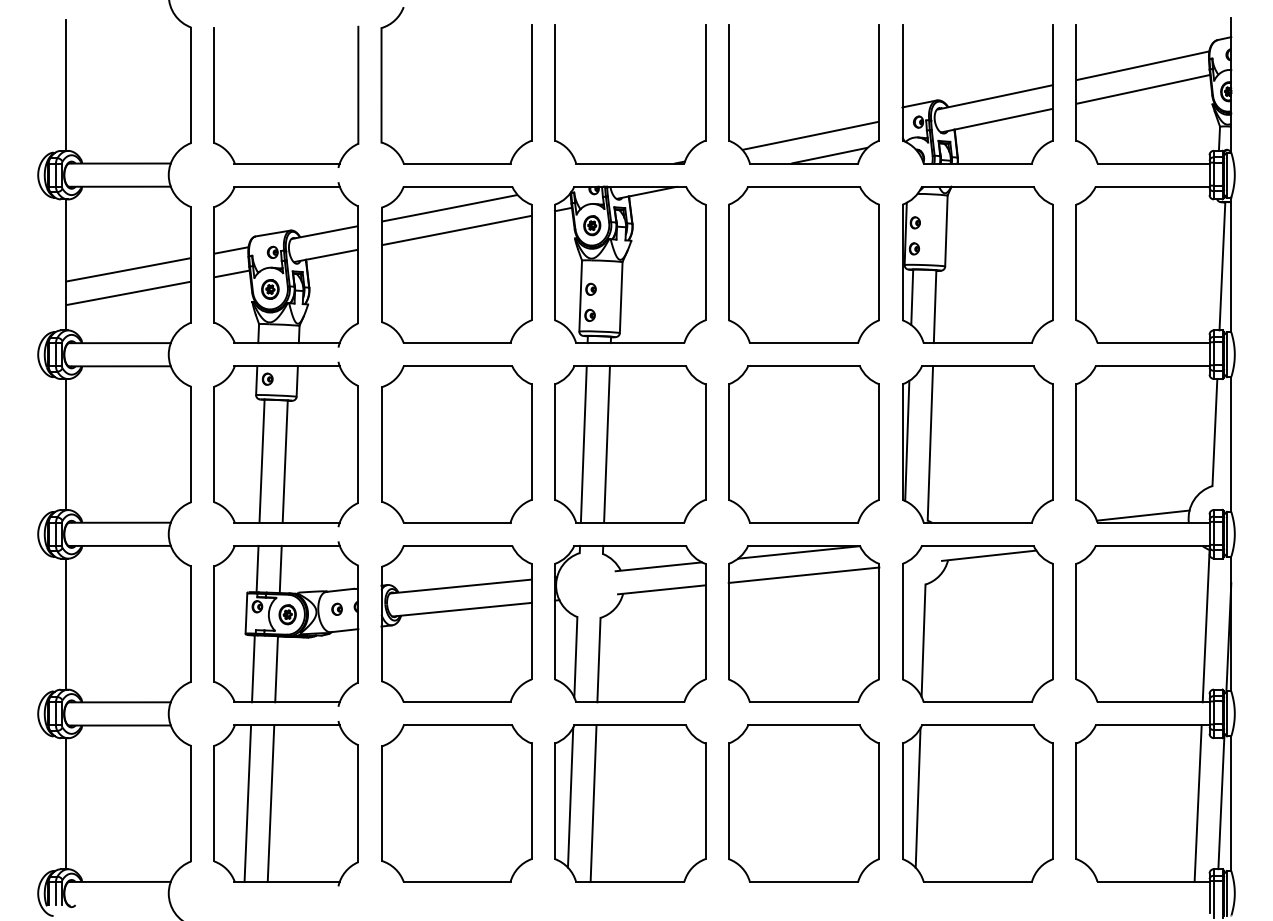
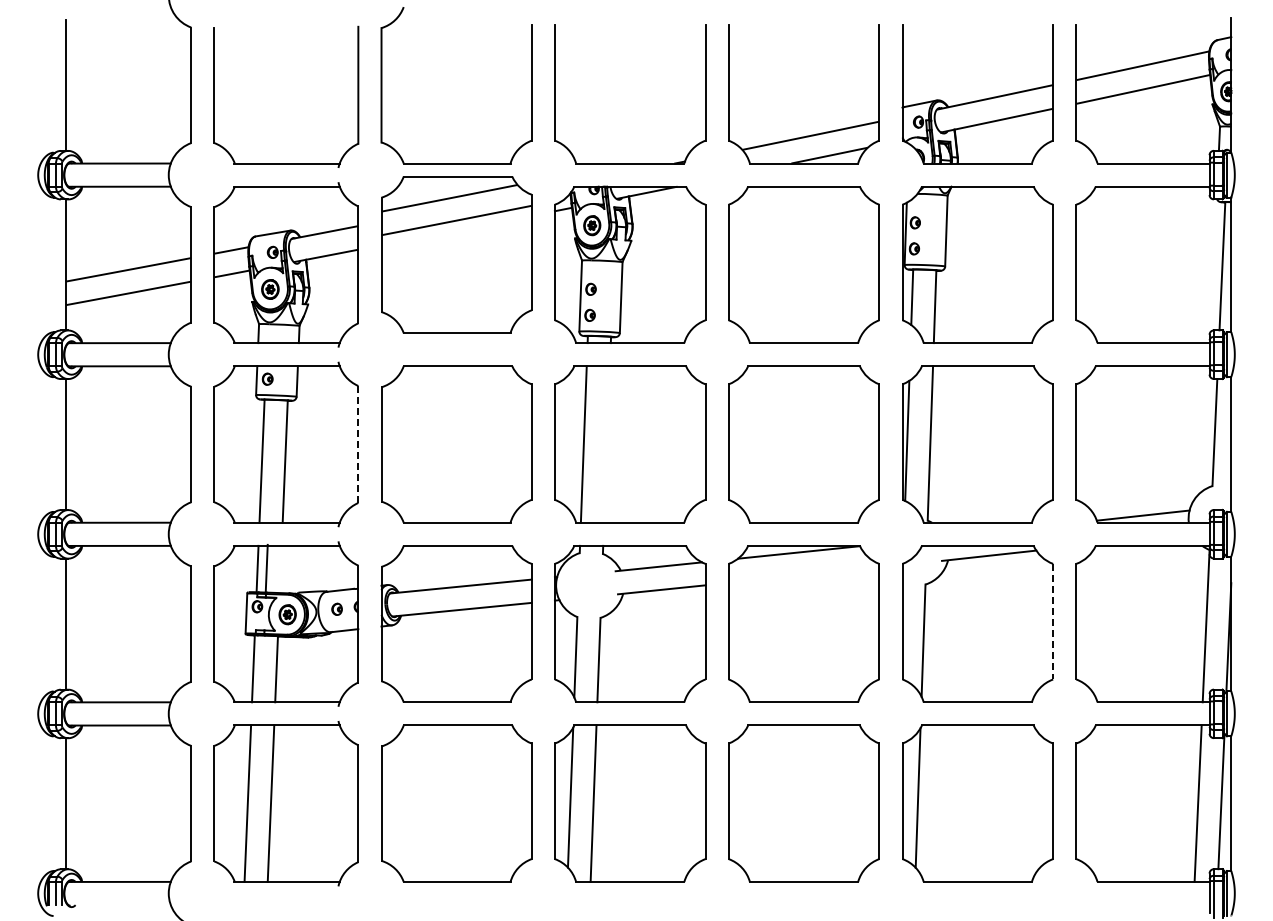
part at (456, 264) position: (456, 264) -> (456, 254)
line at (358, 444): solid -> dashed
line at (606, 444): present -> none
line at (280, 569) position: (280, 569) -> (266, 568)
line at (803, 574): present -> none
line at (1053, 621): solid -> dashed
